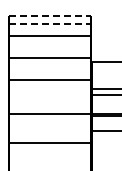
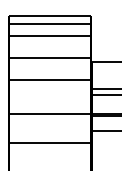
line at (50, 16): dashed -> solid
line at (50, 24): dashed -> solid
